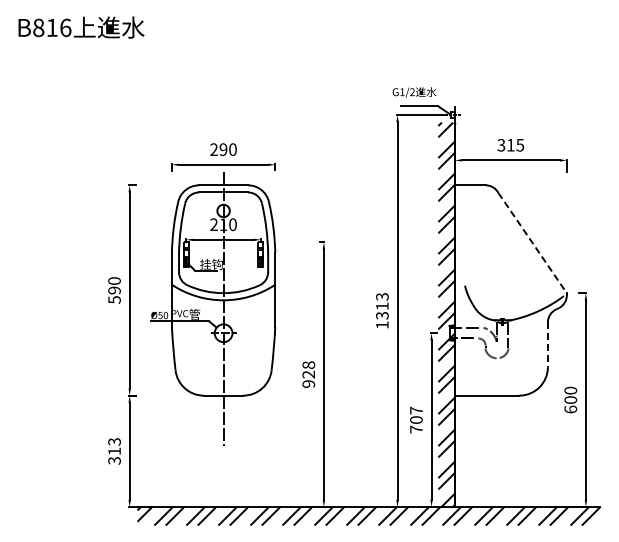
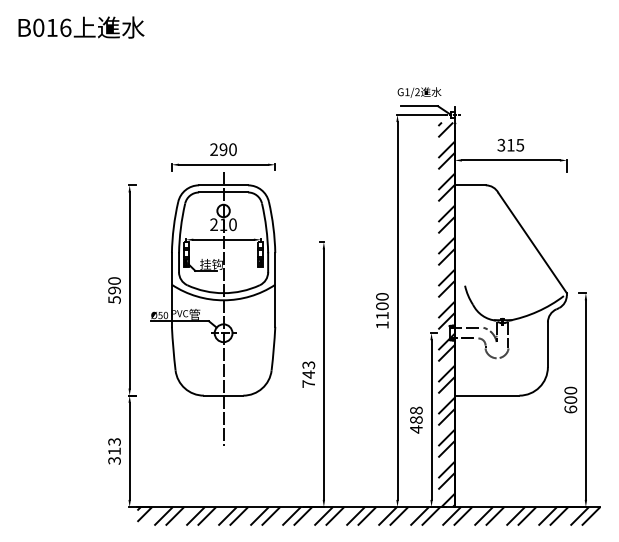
text at (38, 27): B816 -> B016
text at (414, 92) position: (414, 92) -> (419, 92)
line at (532, 243): dashed -> solid
text at (382, 306): 1313 -> 1100
line at (547, 345): dashed -> solid
text at (308, 374): 928 -> 743
text at (416, 419): 707 -> 488
